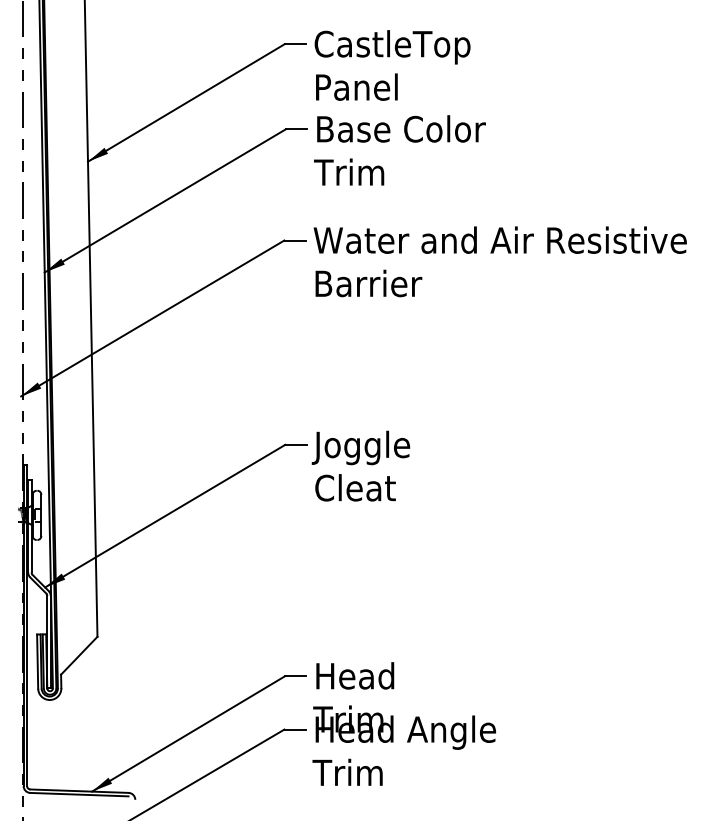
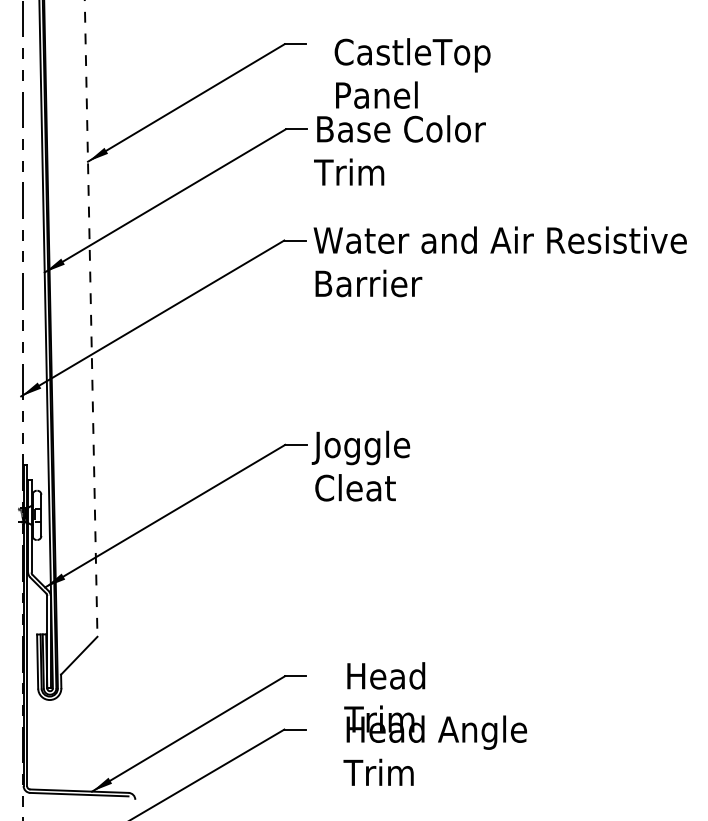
text at (392, 65) position: (392, 65) -> (412, 73)
line at (91, 319): solid -> dashed
text at (404, 723) position: (404, 723) -> (435, 723)
